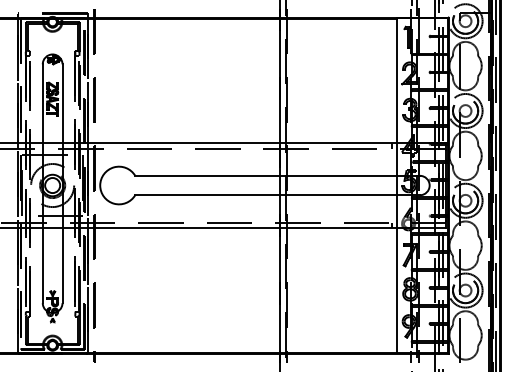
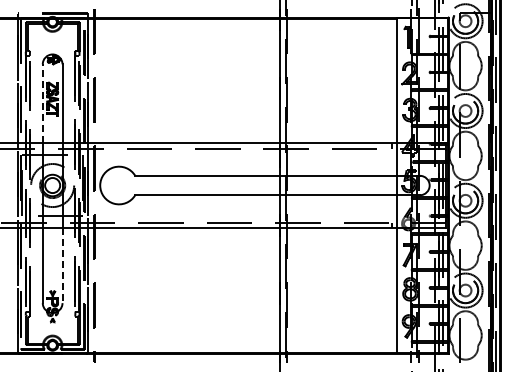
line at (42, 103): solid -> dashed
line at (62, 265): solid -> dashed
